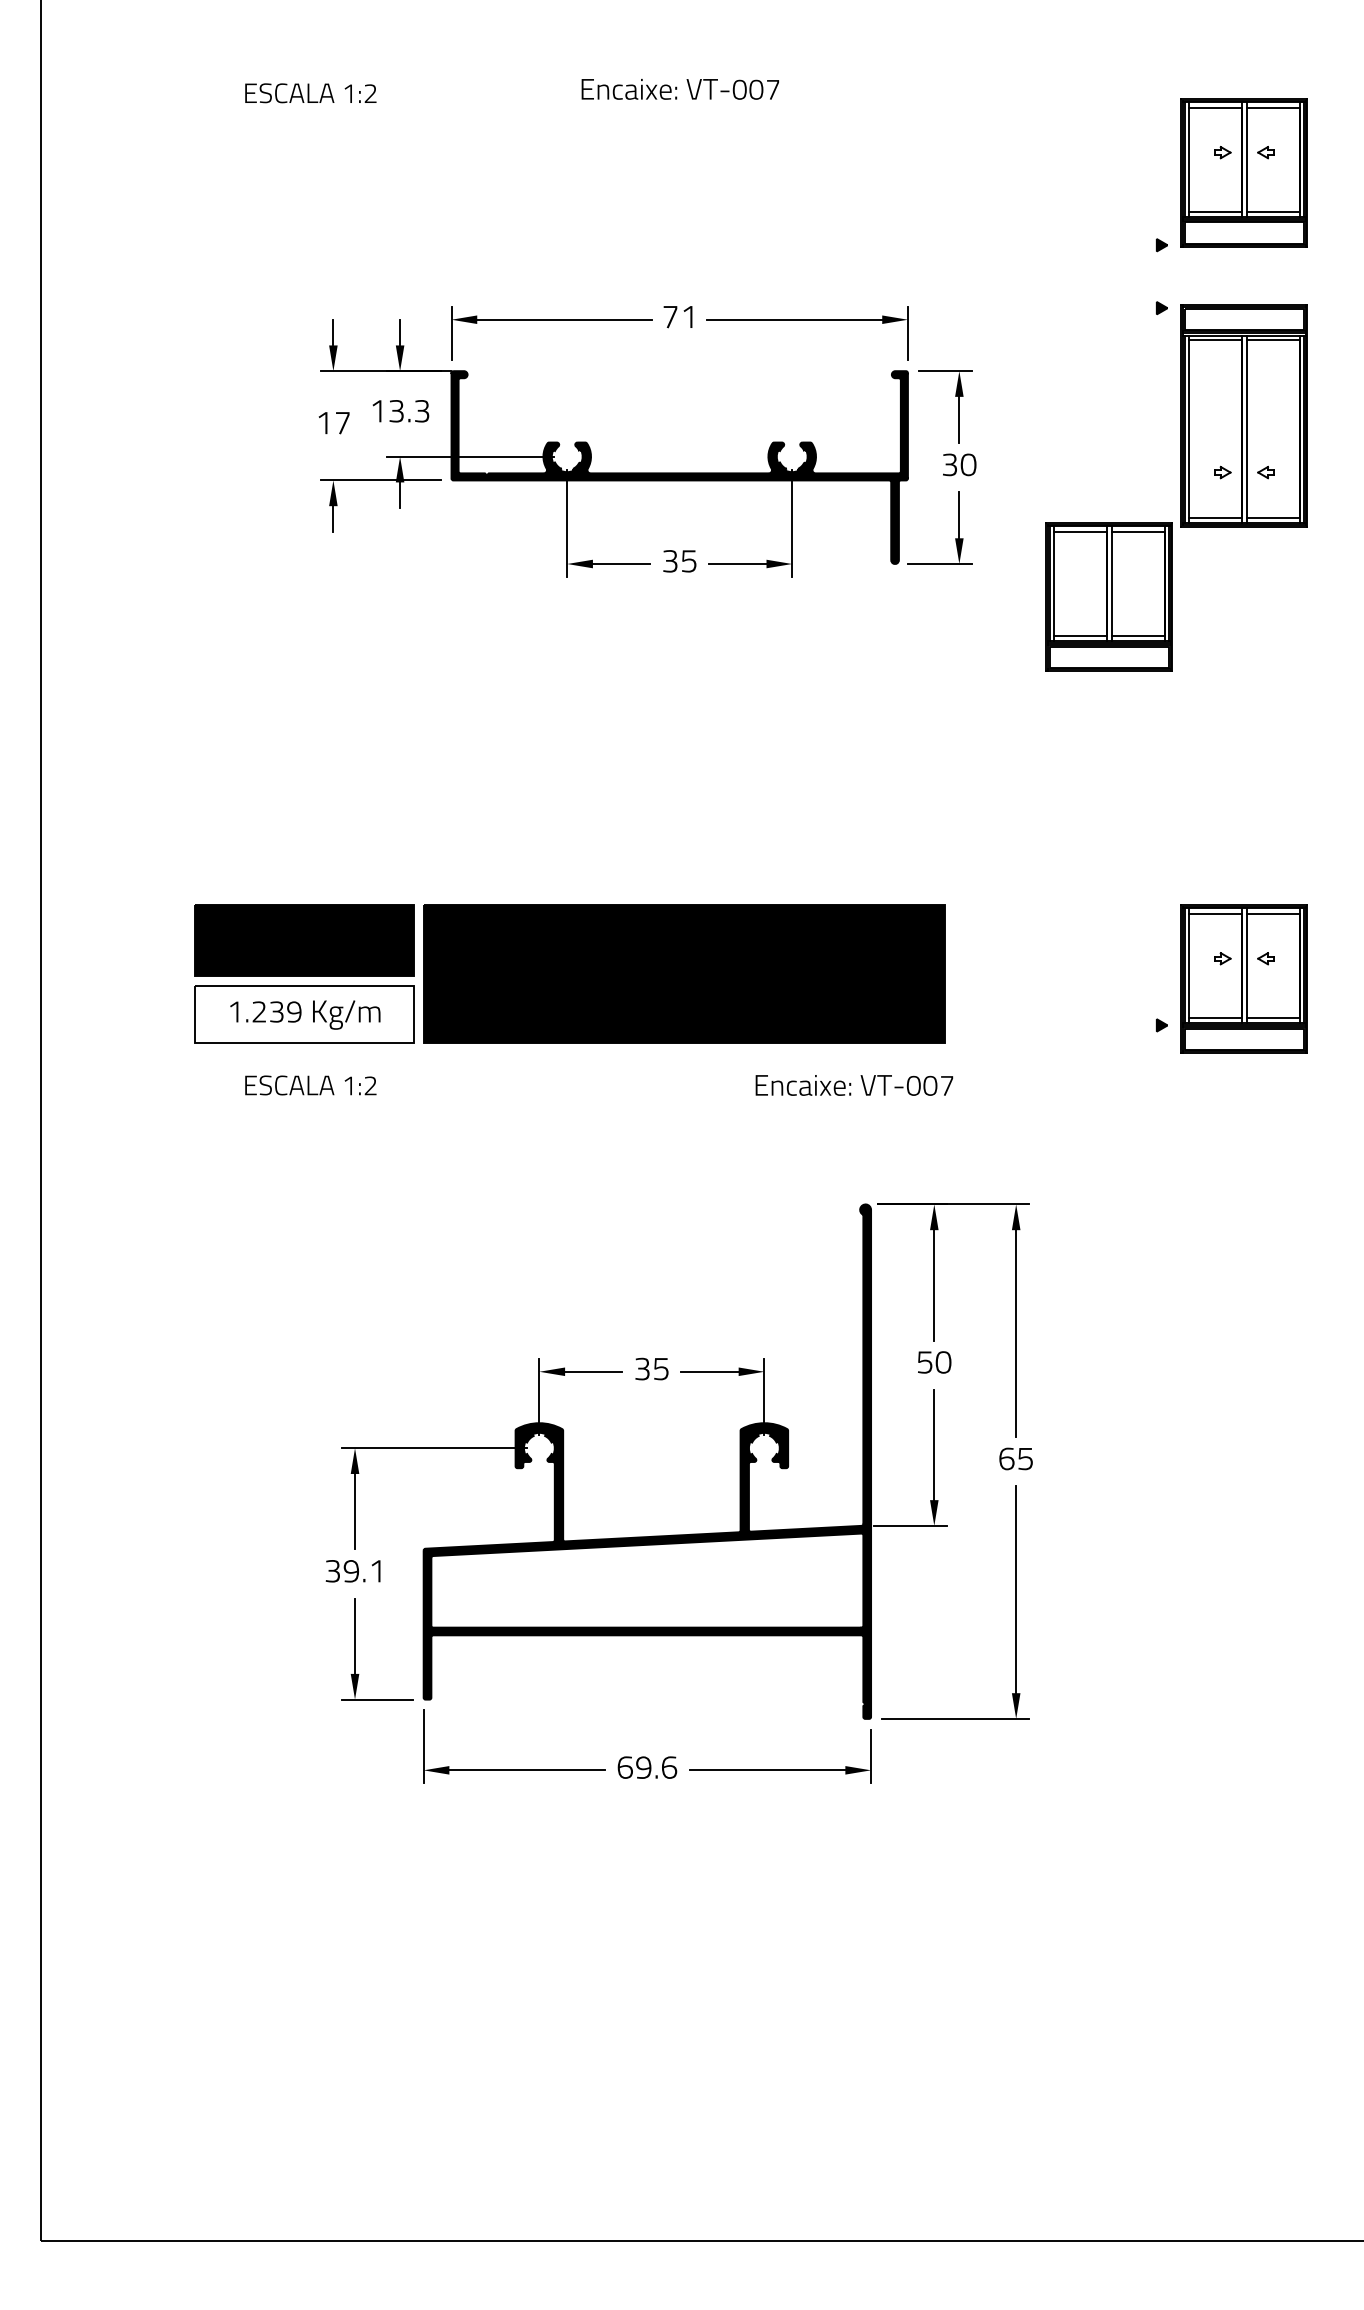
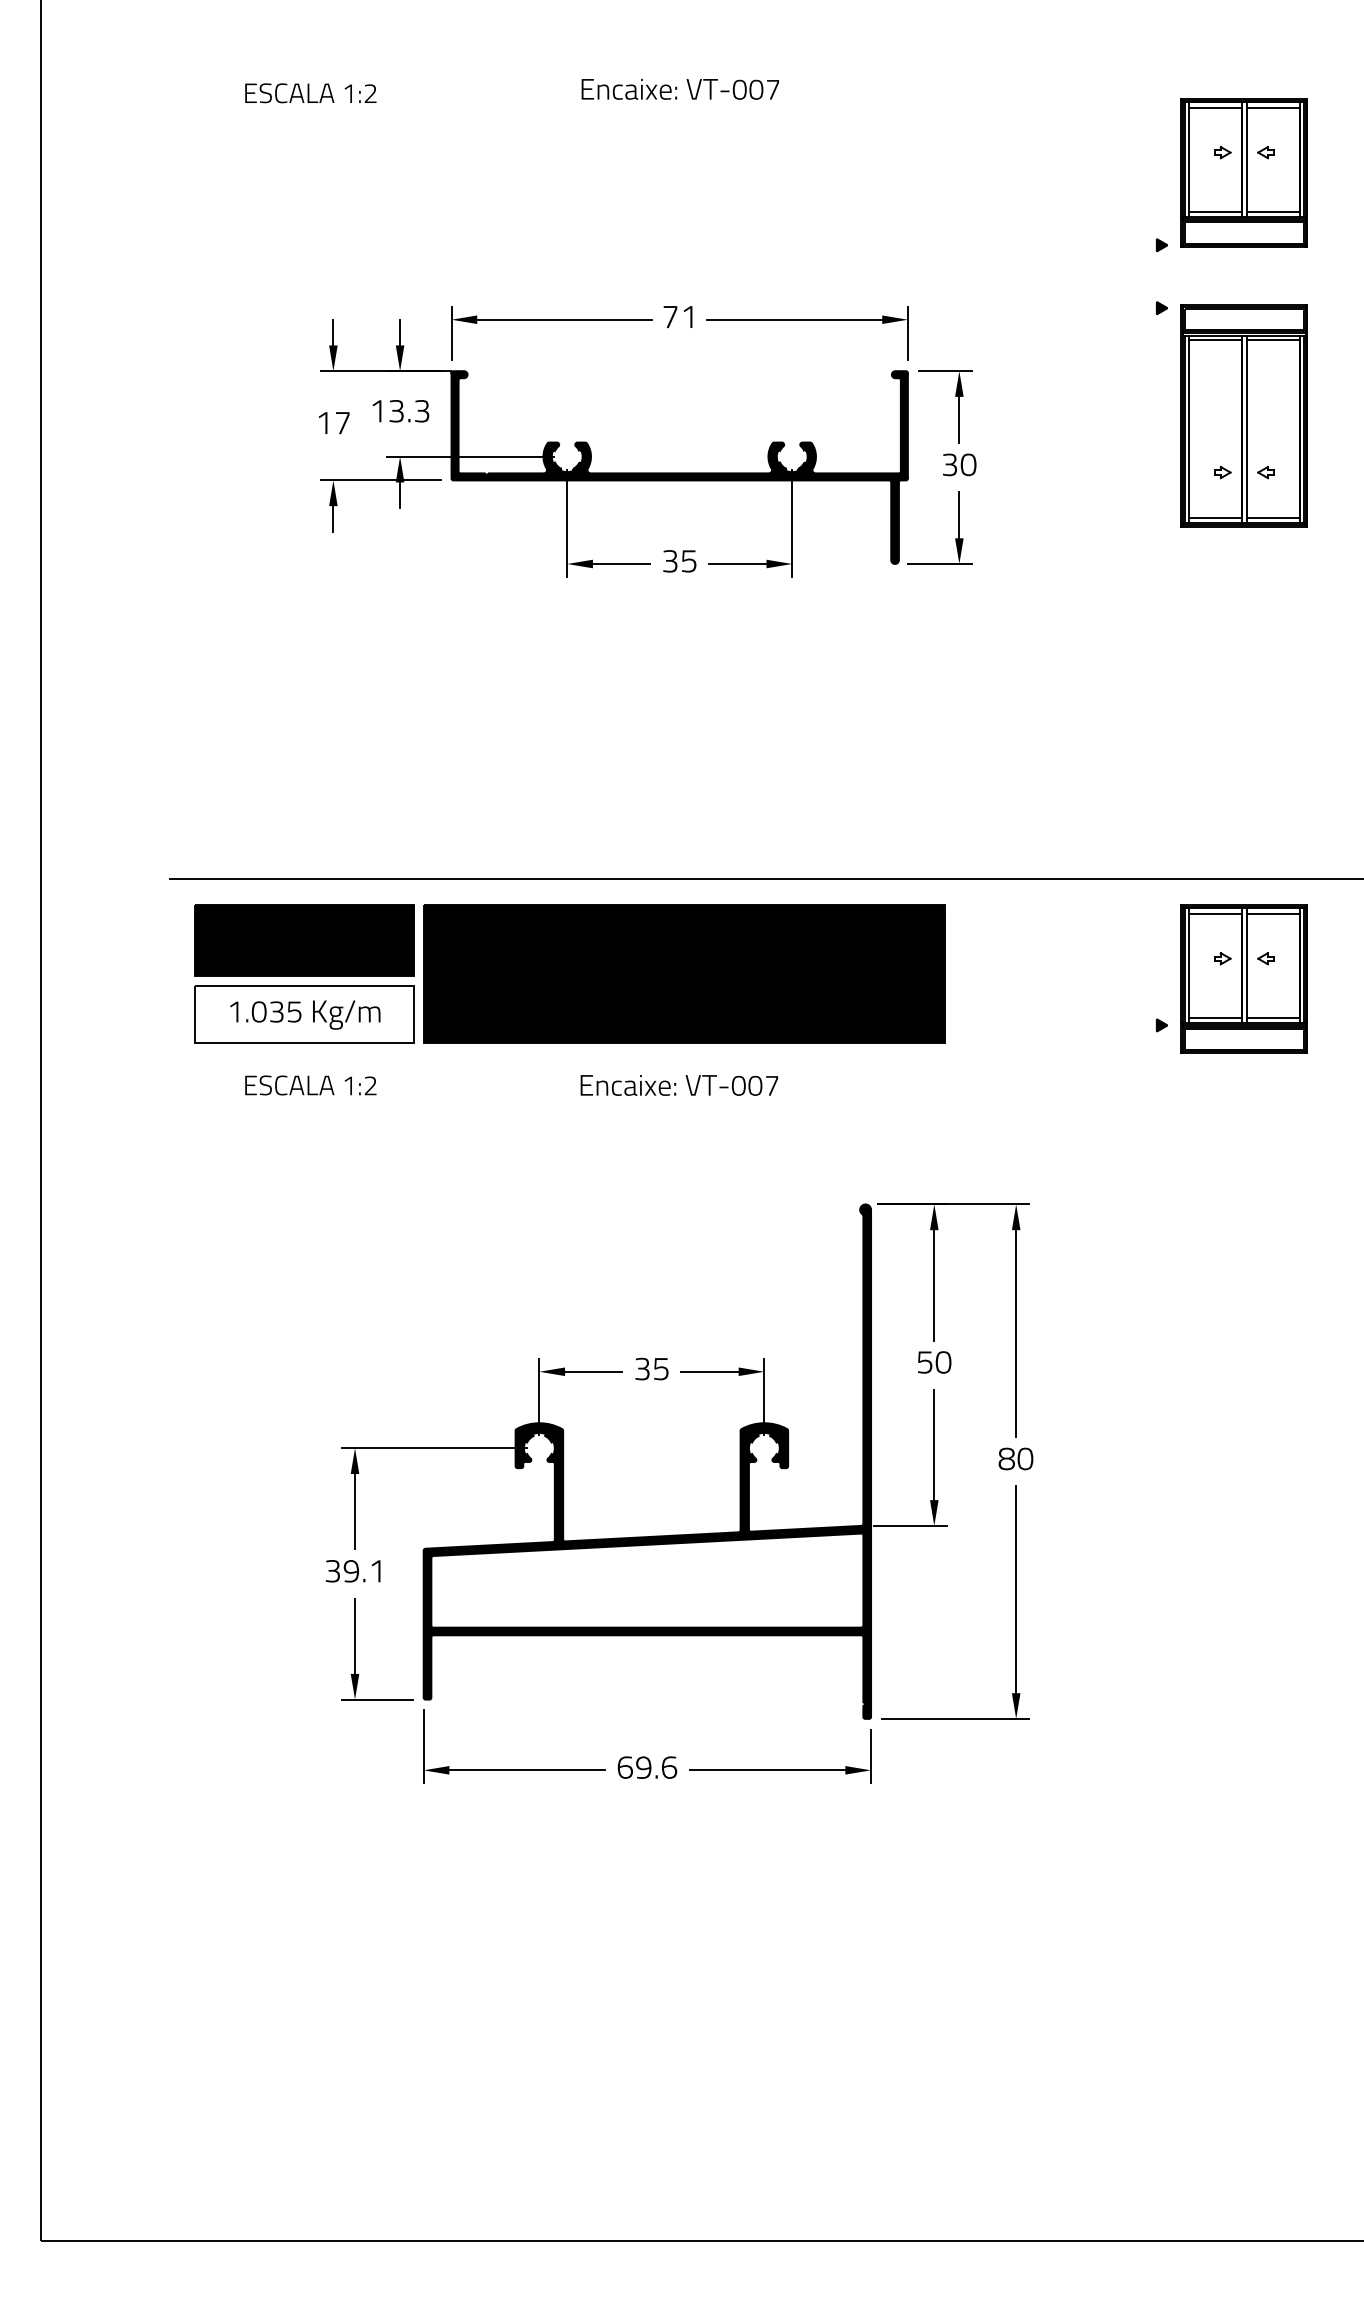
part at (1108, 596): present -> none
line at (764, 879): none -> present
text at (276, 1011): 1.239 -> 1.035
text at (854, 1085) position: (854, 1085) -> (679, 1085)
text at (1015, 1458): 65 -> 80
